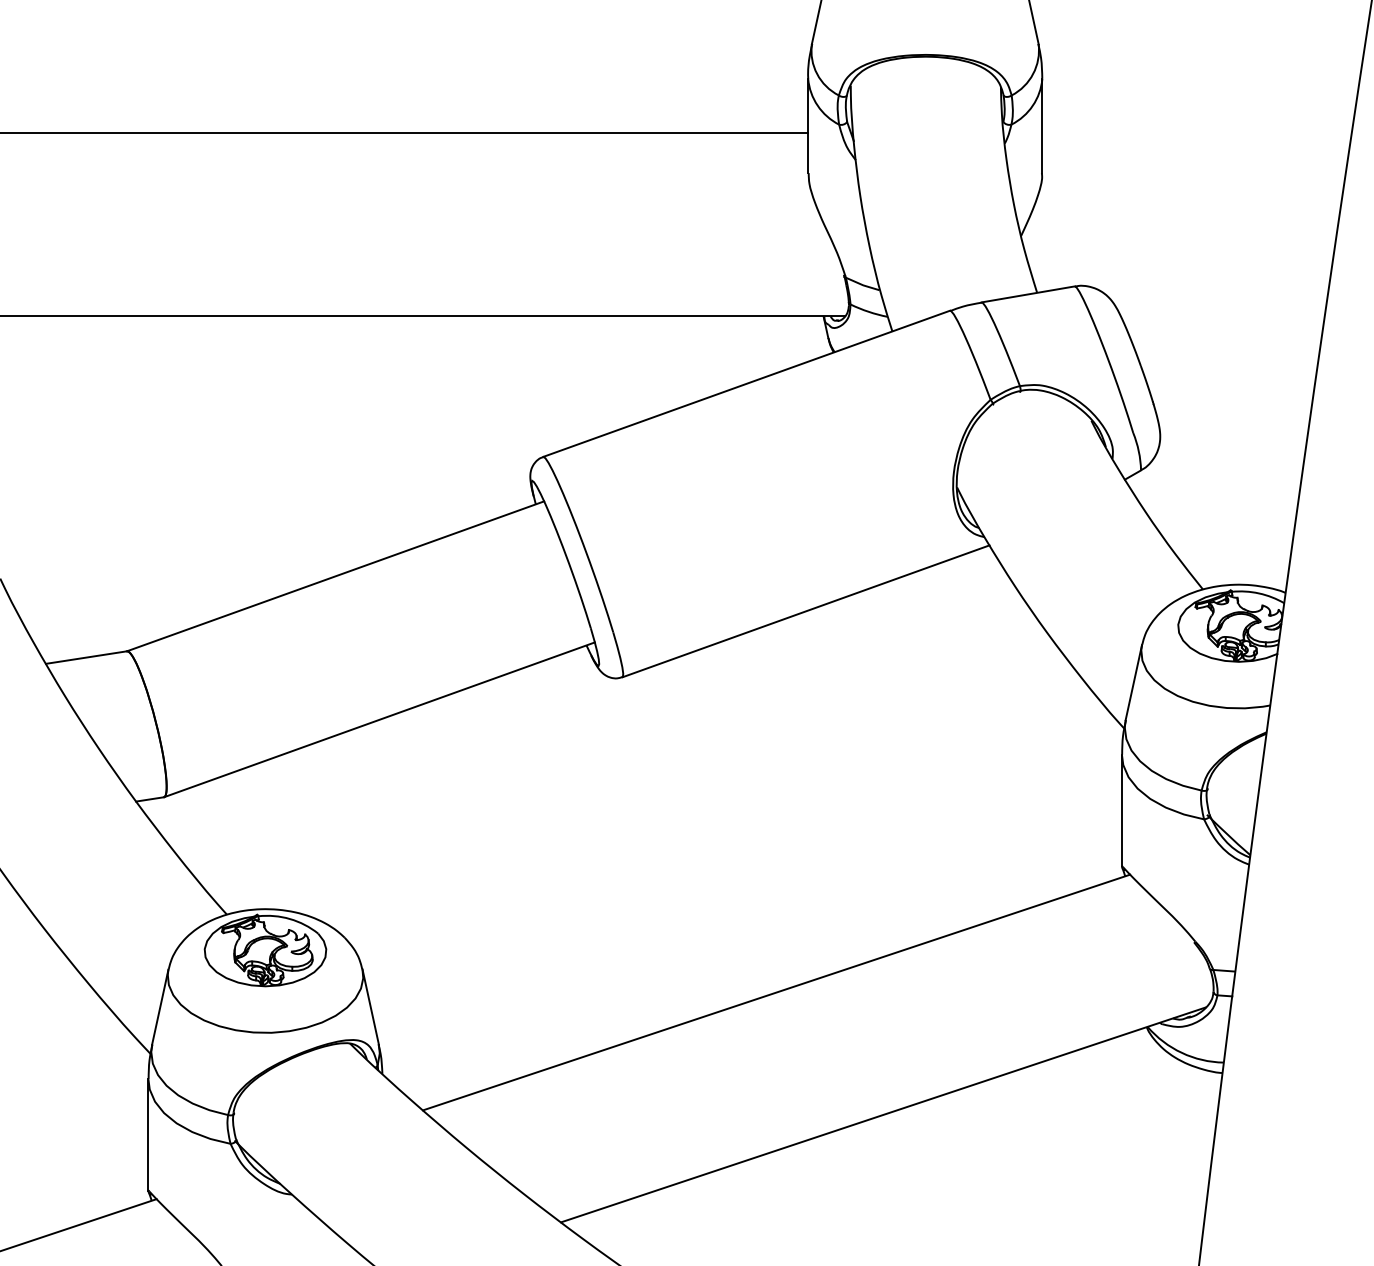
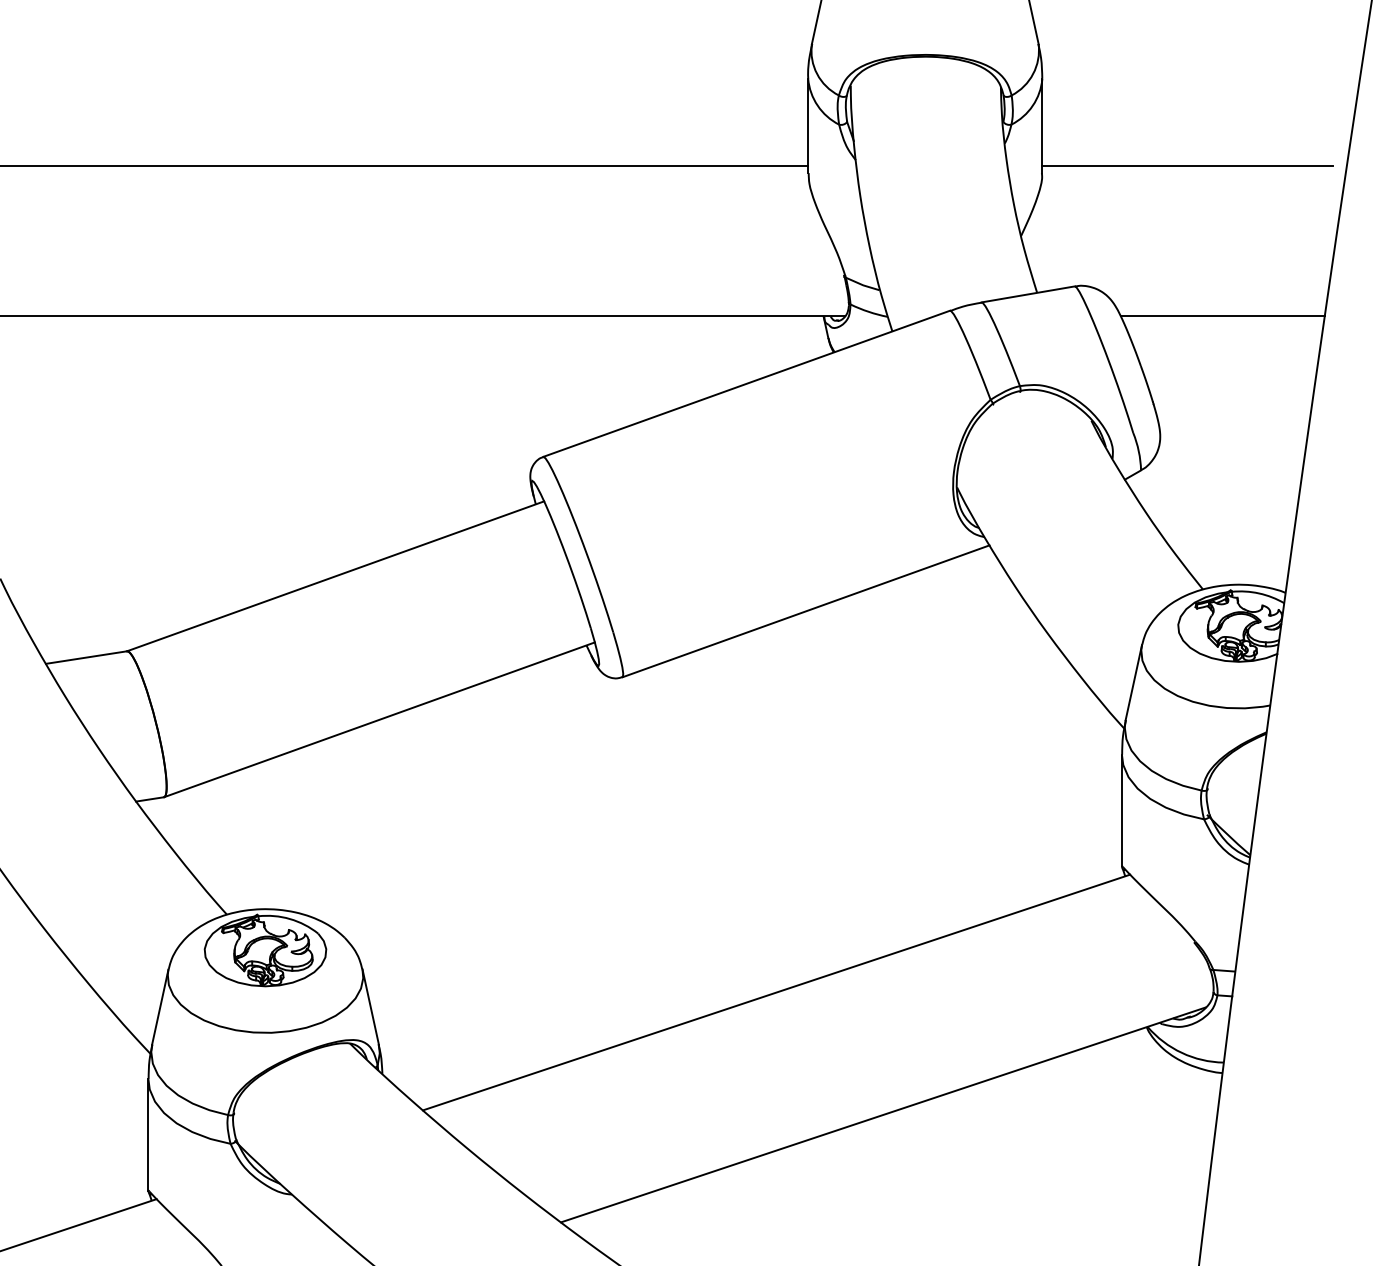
line at (405, 133) position: (405, 133) -> (405, 166)
line at (1187, 166): none -> present
line at (1222, 316): none -> present
